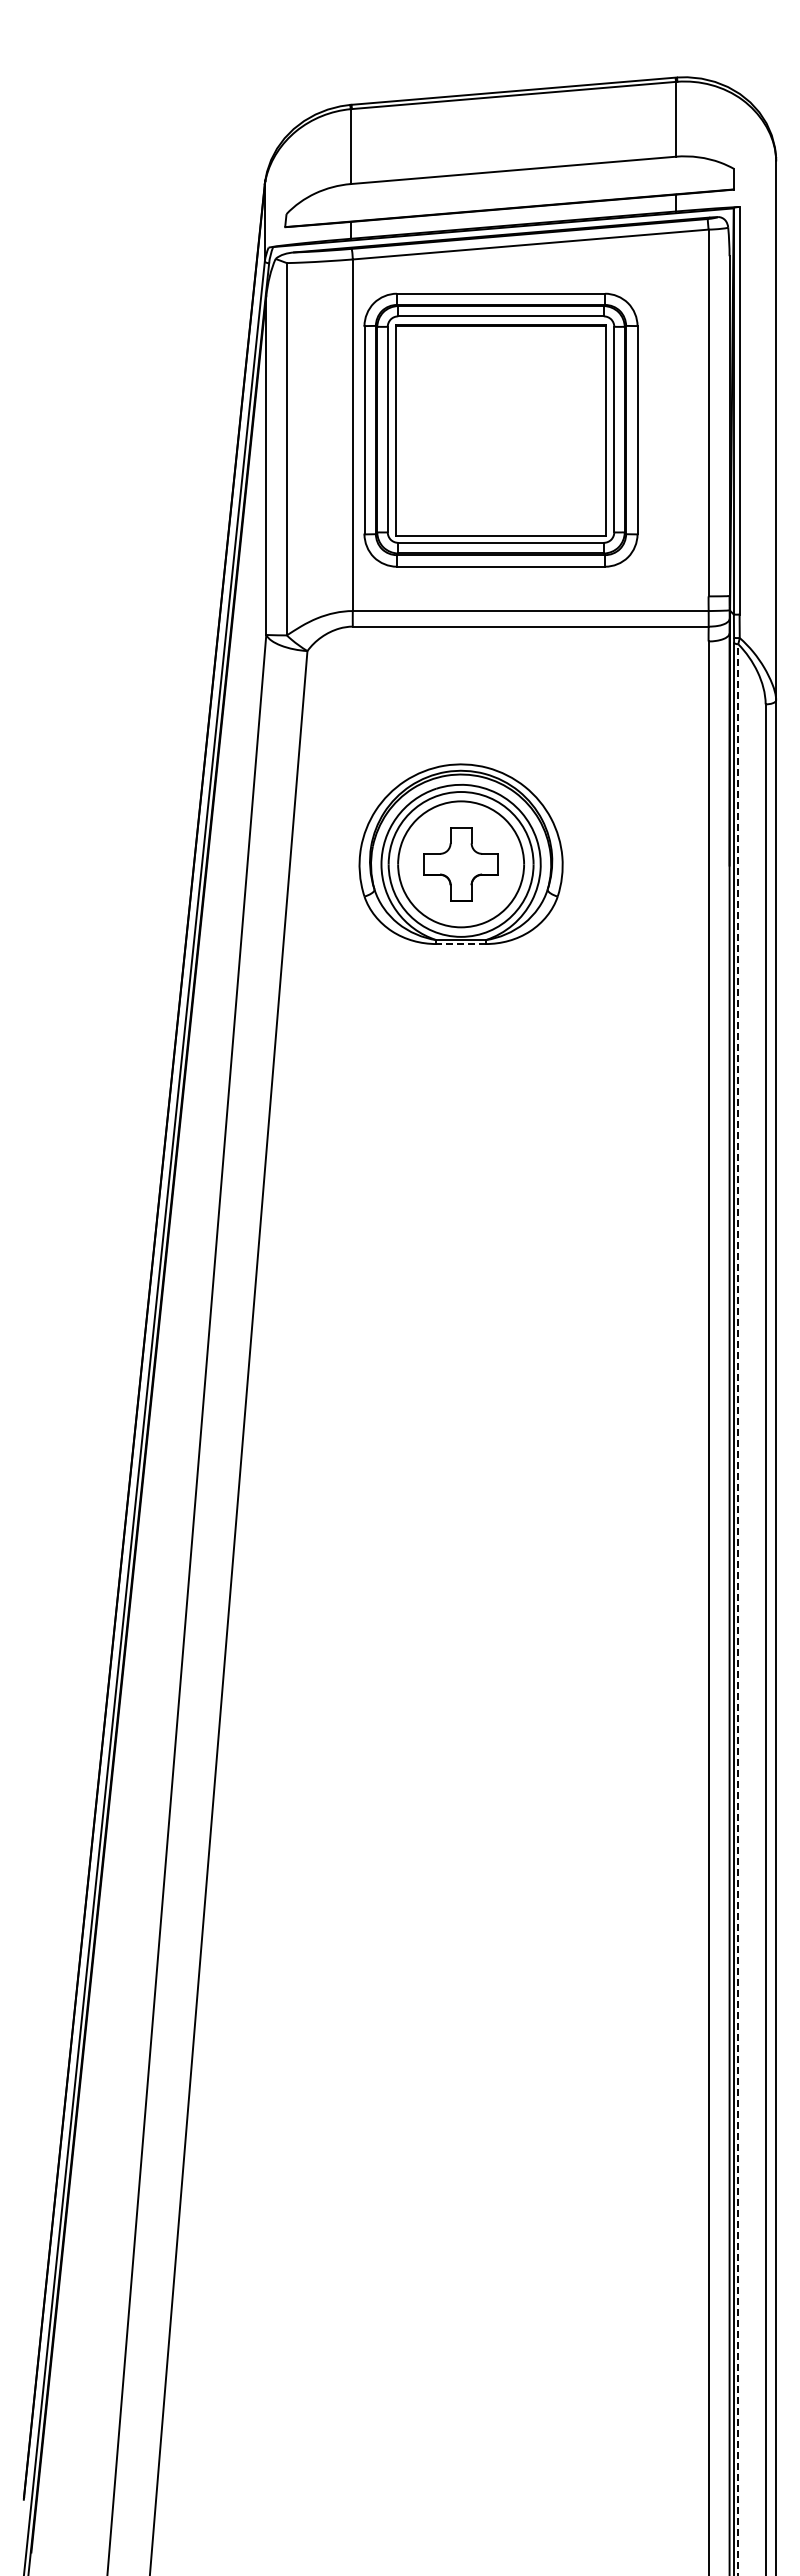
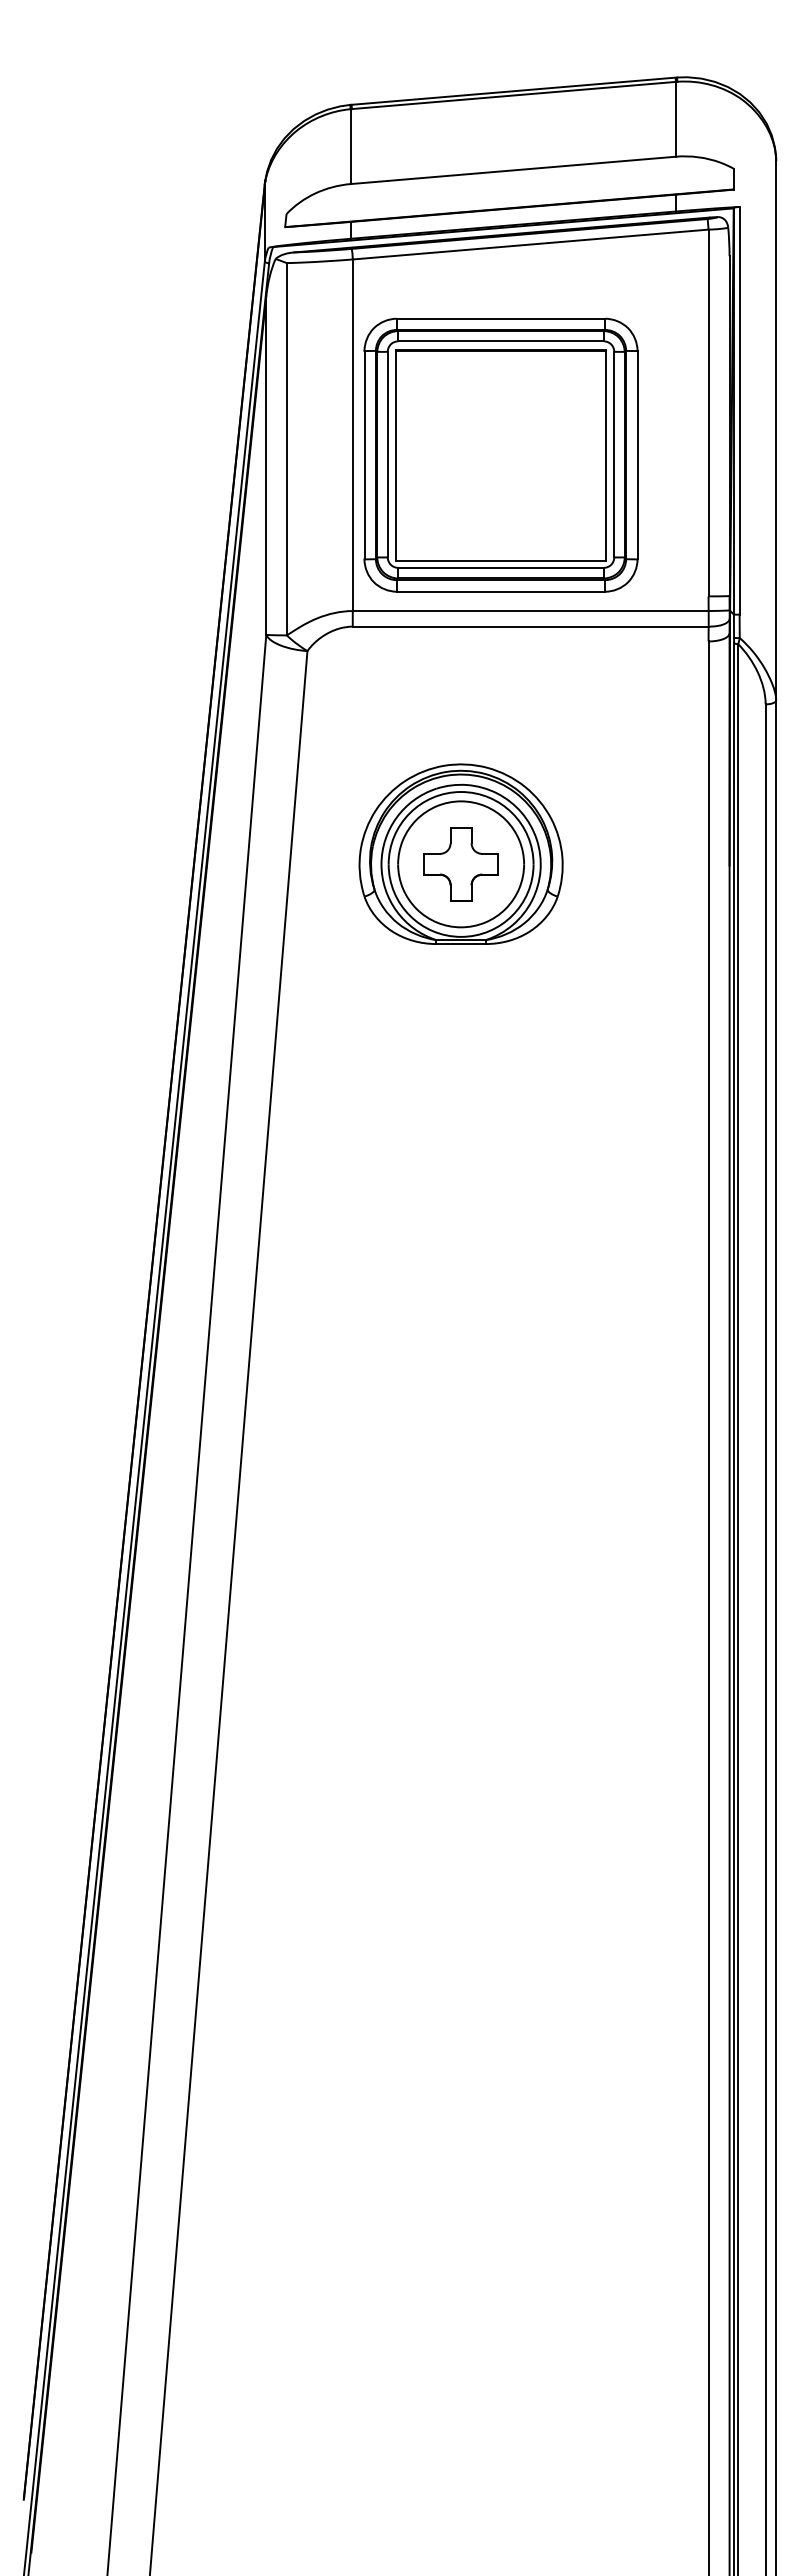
part at (500, 429) position: (500, 429) -> (500, 454)
line at (461, 944): dashed -> solid
line at (738, 1609): dashed -> solid
